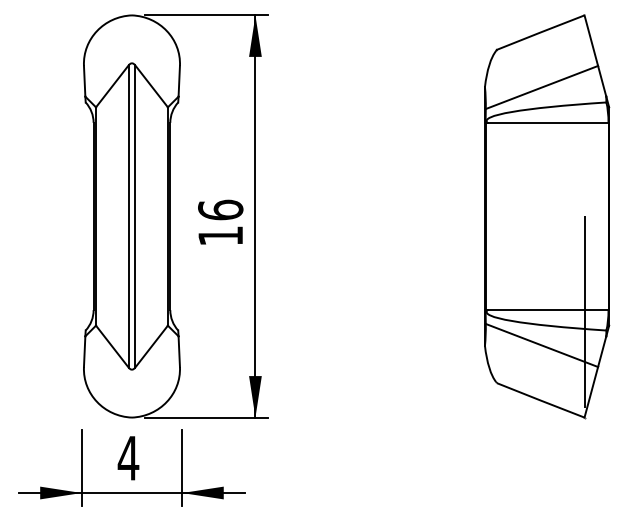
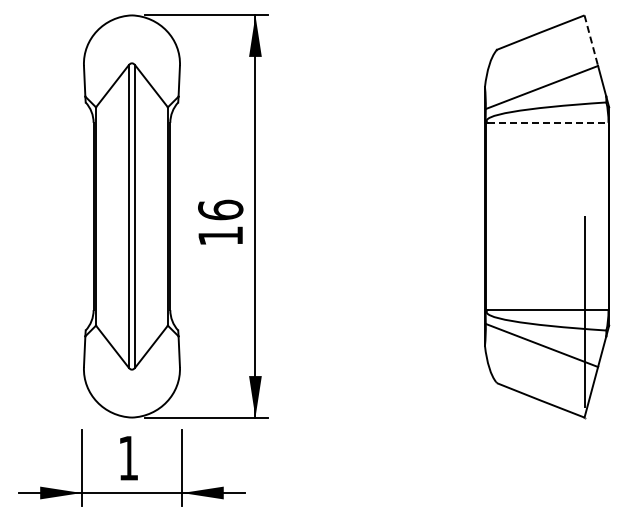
line at (591, 41): solid -> dashed
line at (548, 122): solid -> dashed
text at (128, 458): 4 -> 1
